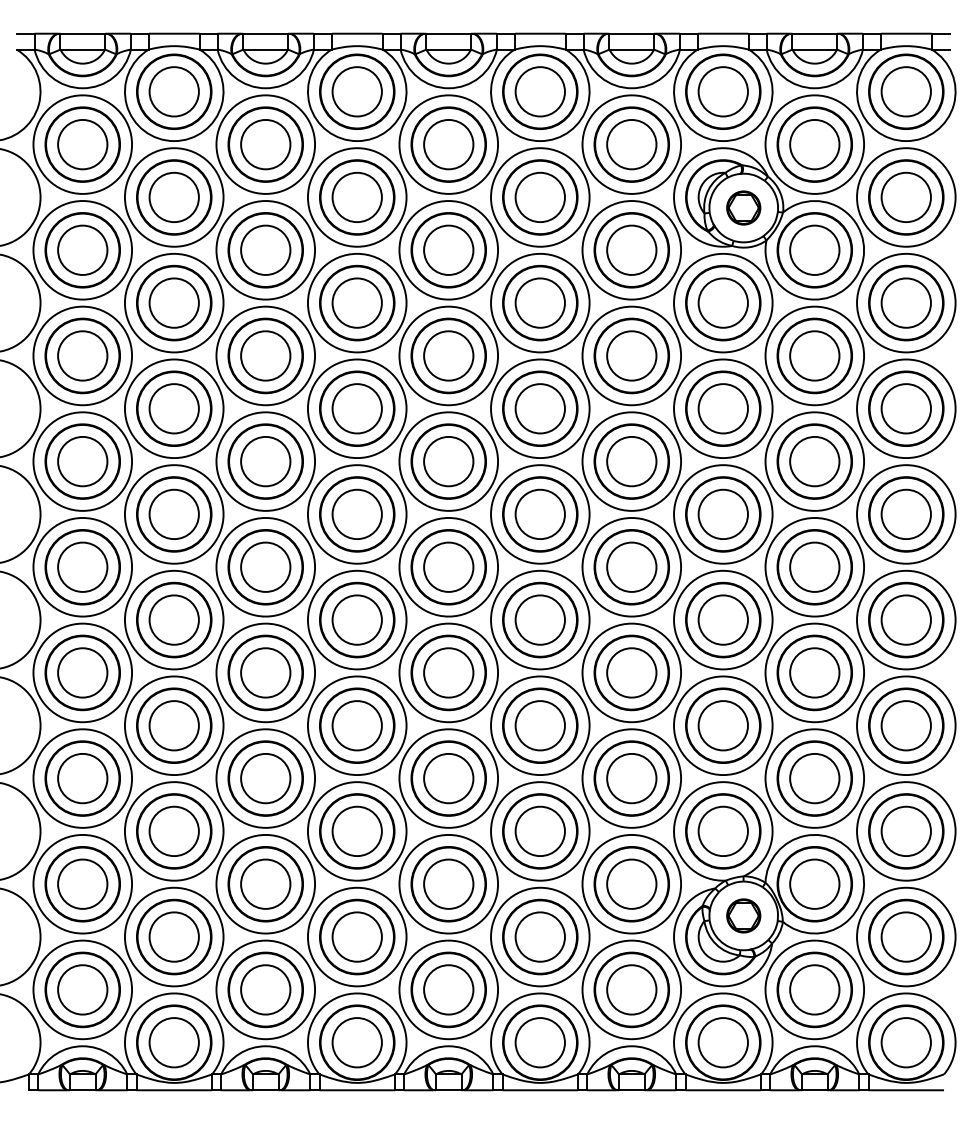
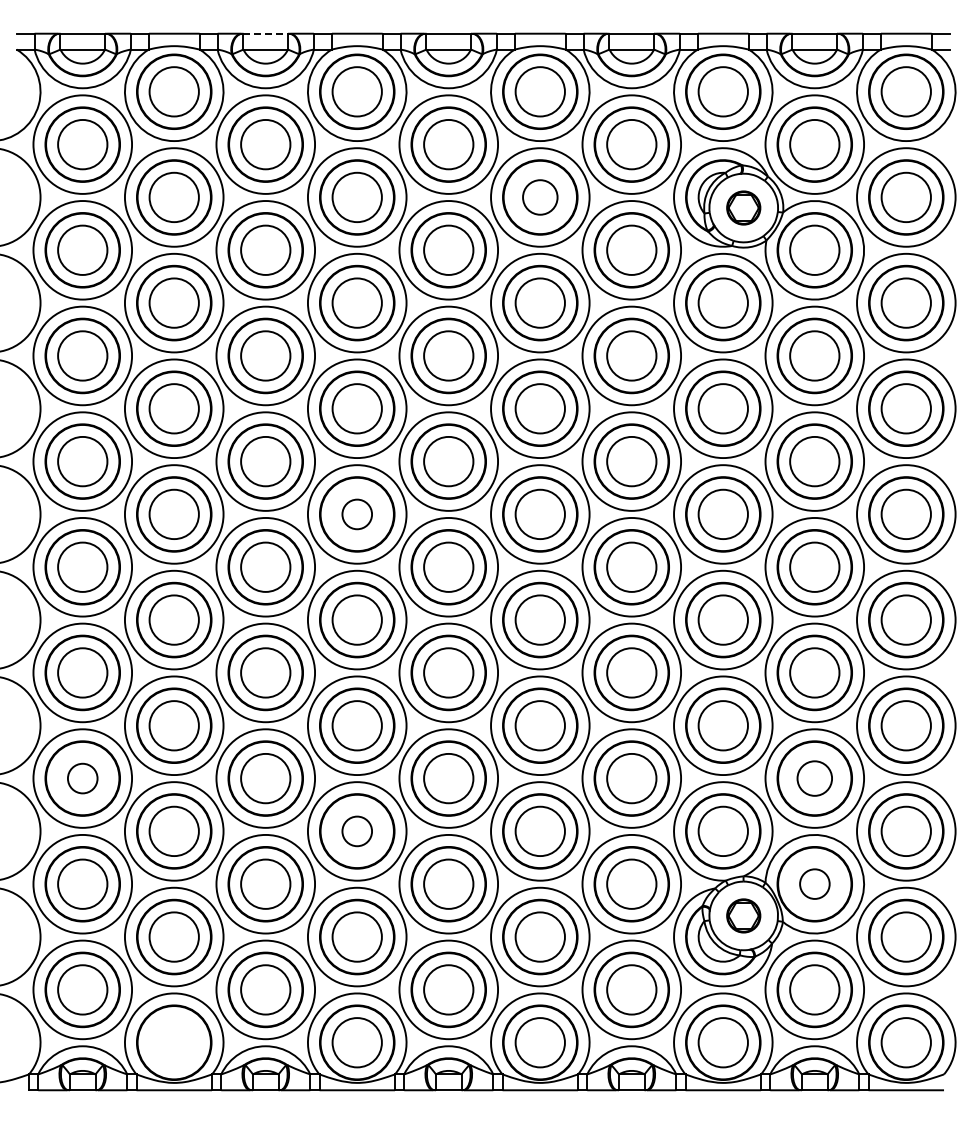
line at (266, 33): solid -> dashed
circle at (539, 197) diameter: 49 px -> 35 px
circle at (356, 514) diameter: 49 px -> 30 px
circle at (82, 778) diameter: 49 px -> 30 px
circle at (814, 778) diameter: 49 px -> 35 px
circle at (356, 831) diameter: 49 px -> 30 px
circle at (814, 883) size: 52x52 px -> 32x32 px
circle at (173, 1042): present -> none
